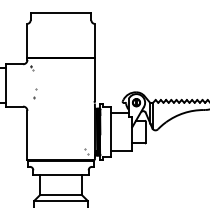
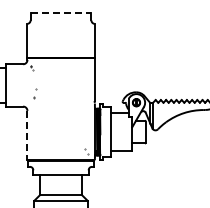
line at (61, 12): solid -> dashed
line at (27, 135): solid -> dashed
